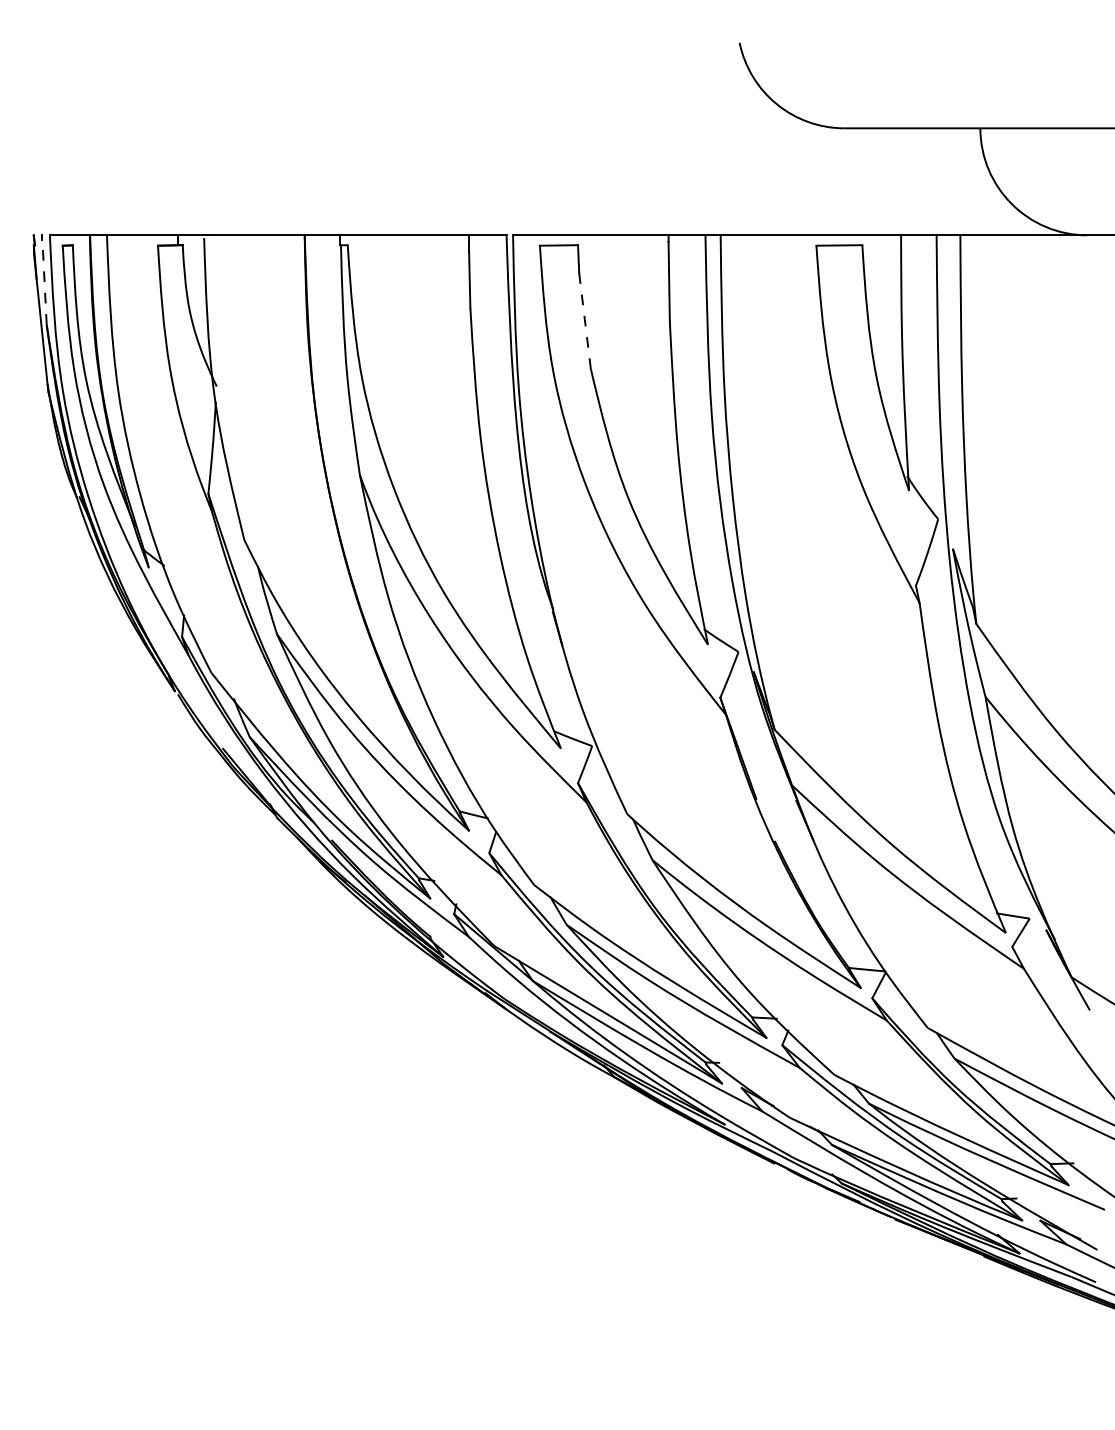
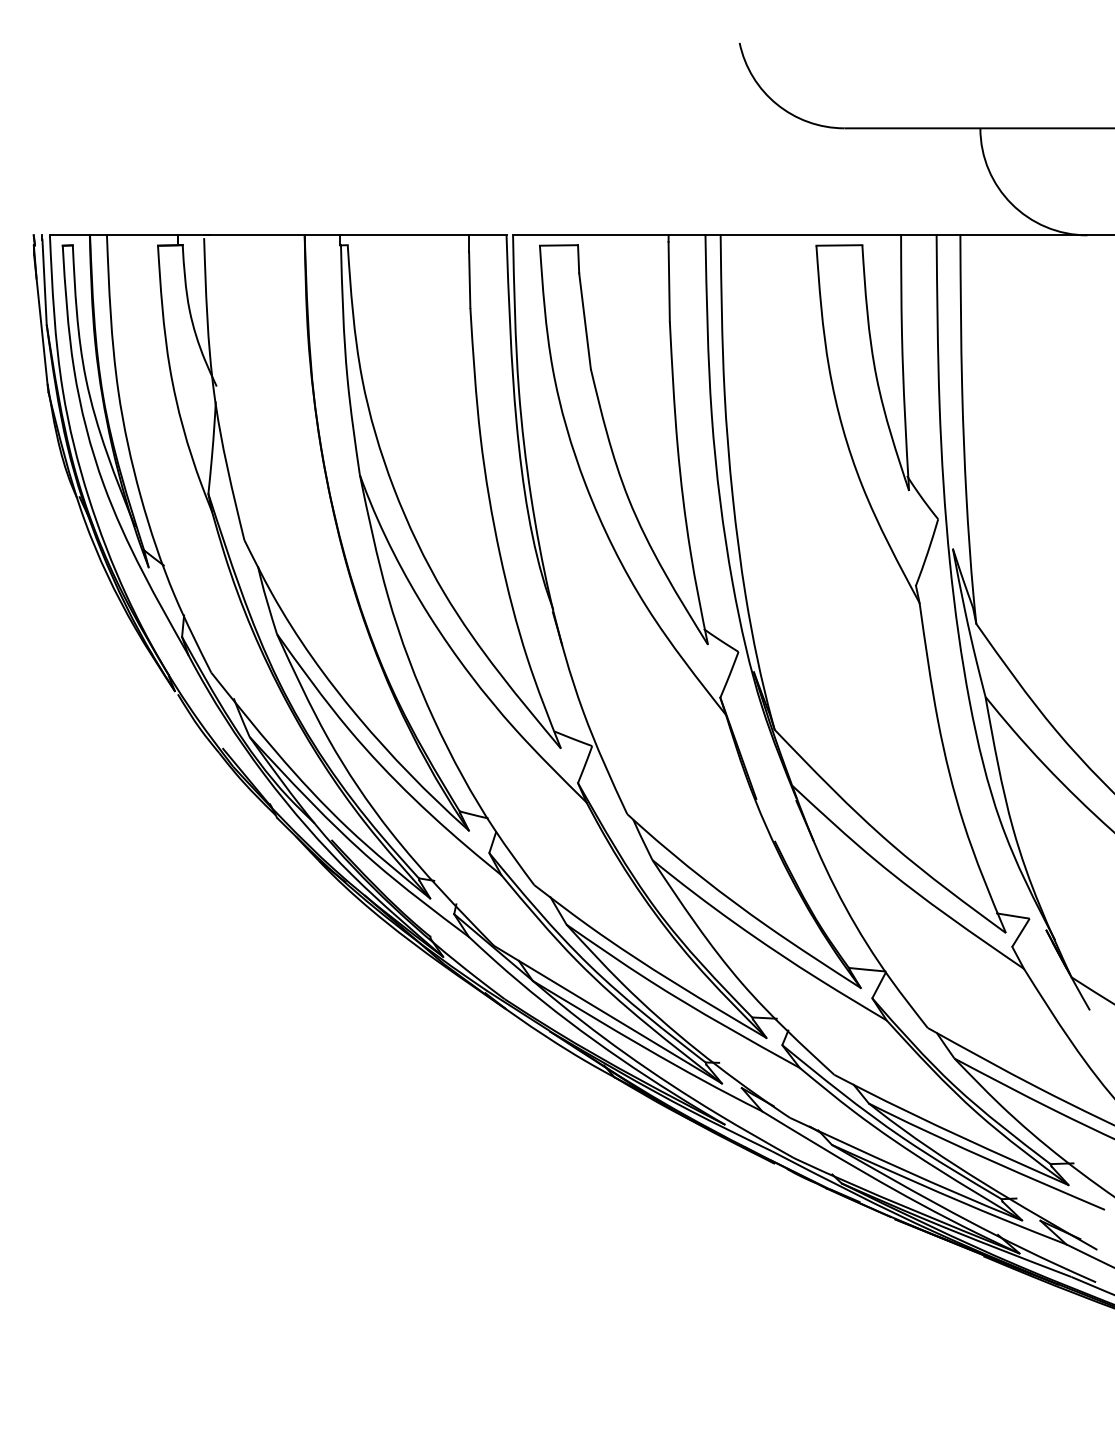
line at (44, 282): dashed -> solid
line at (585, 321): dashed -> solid
